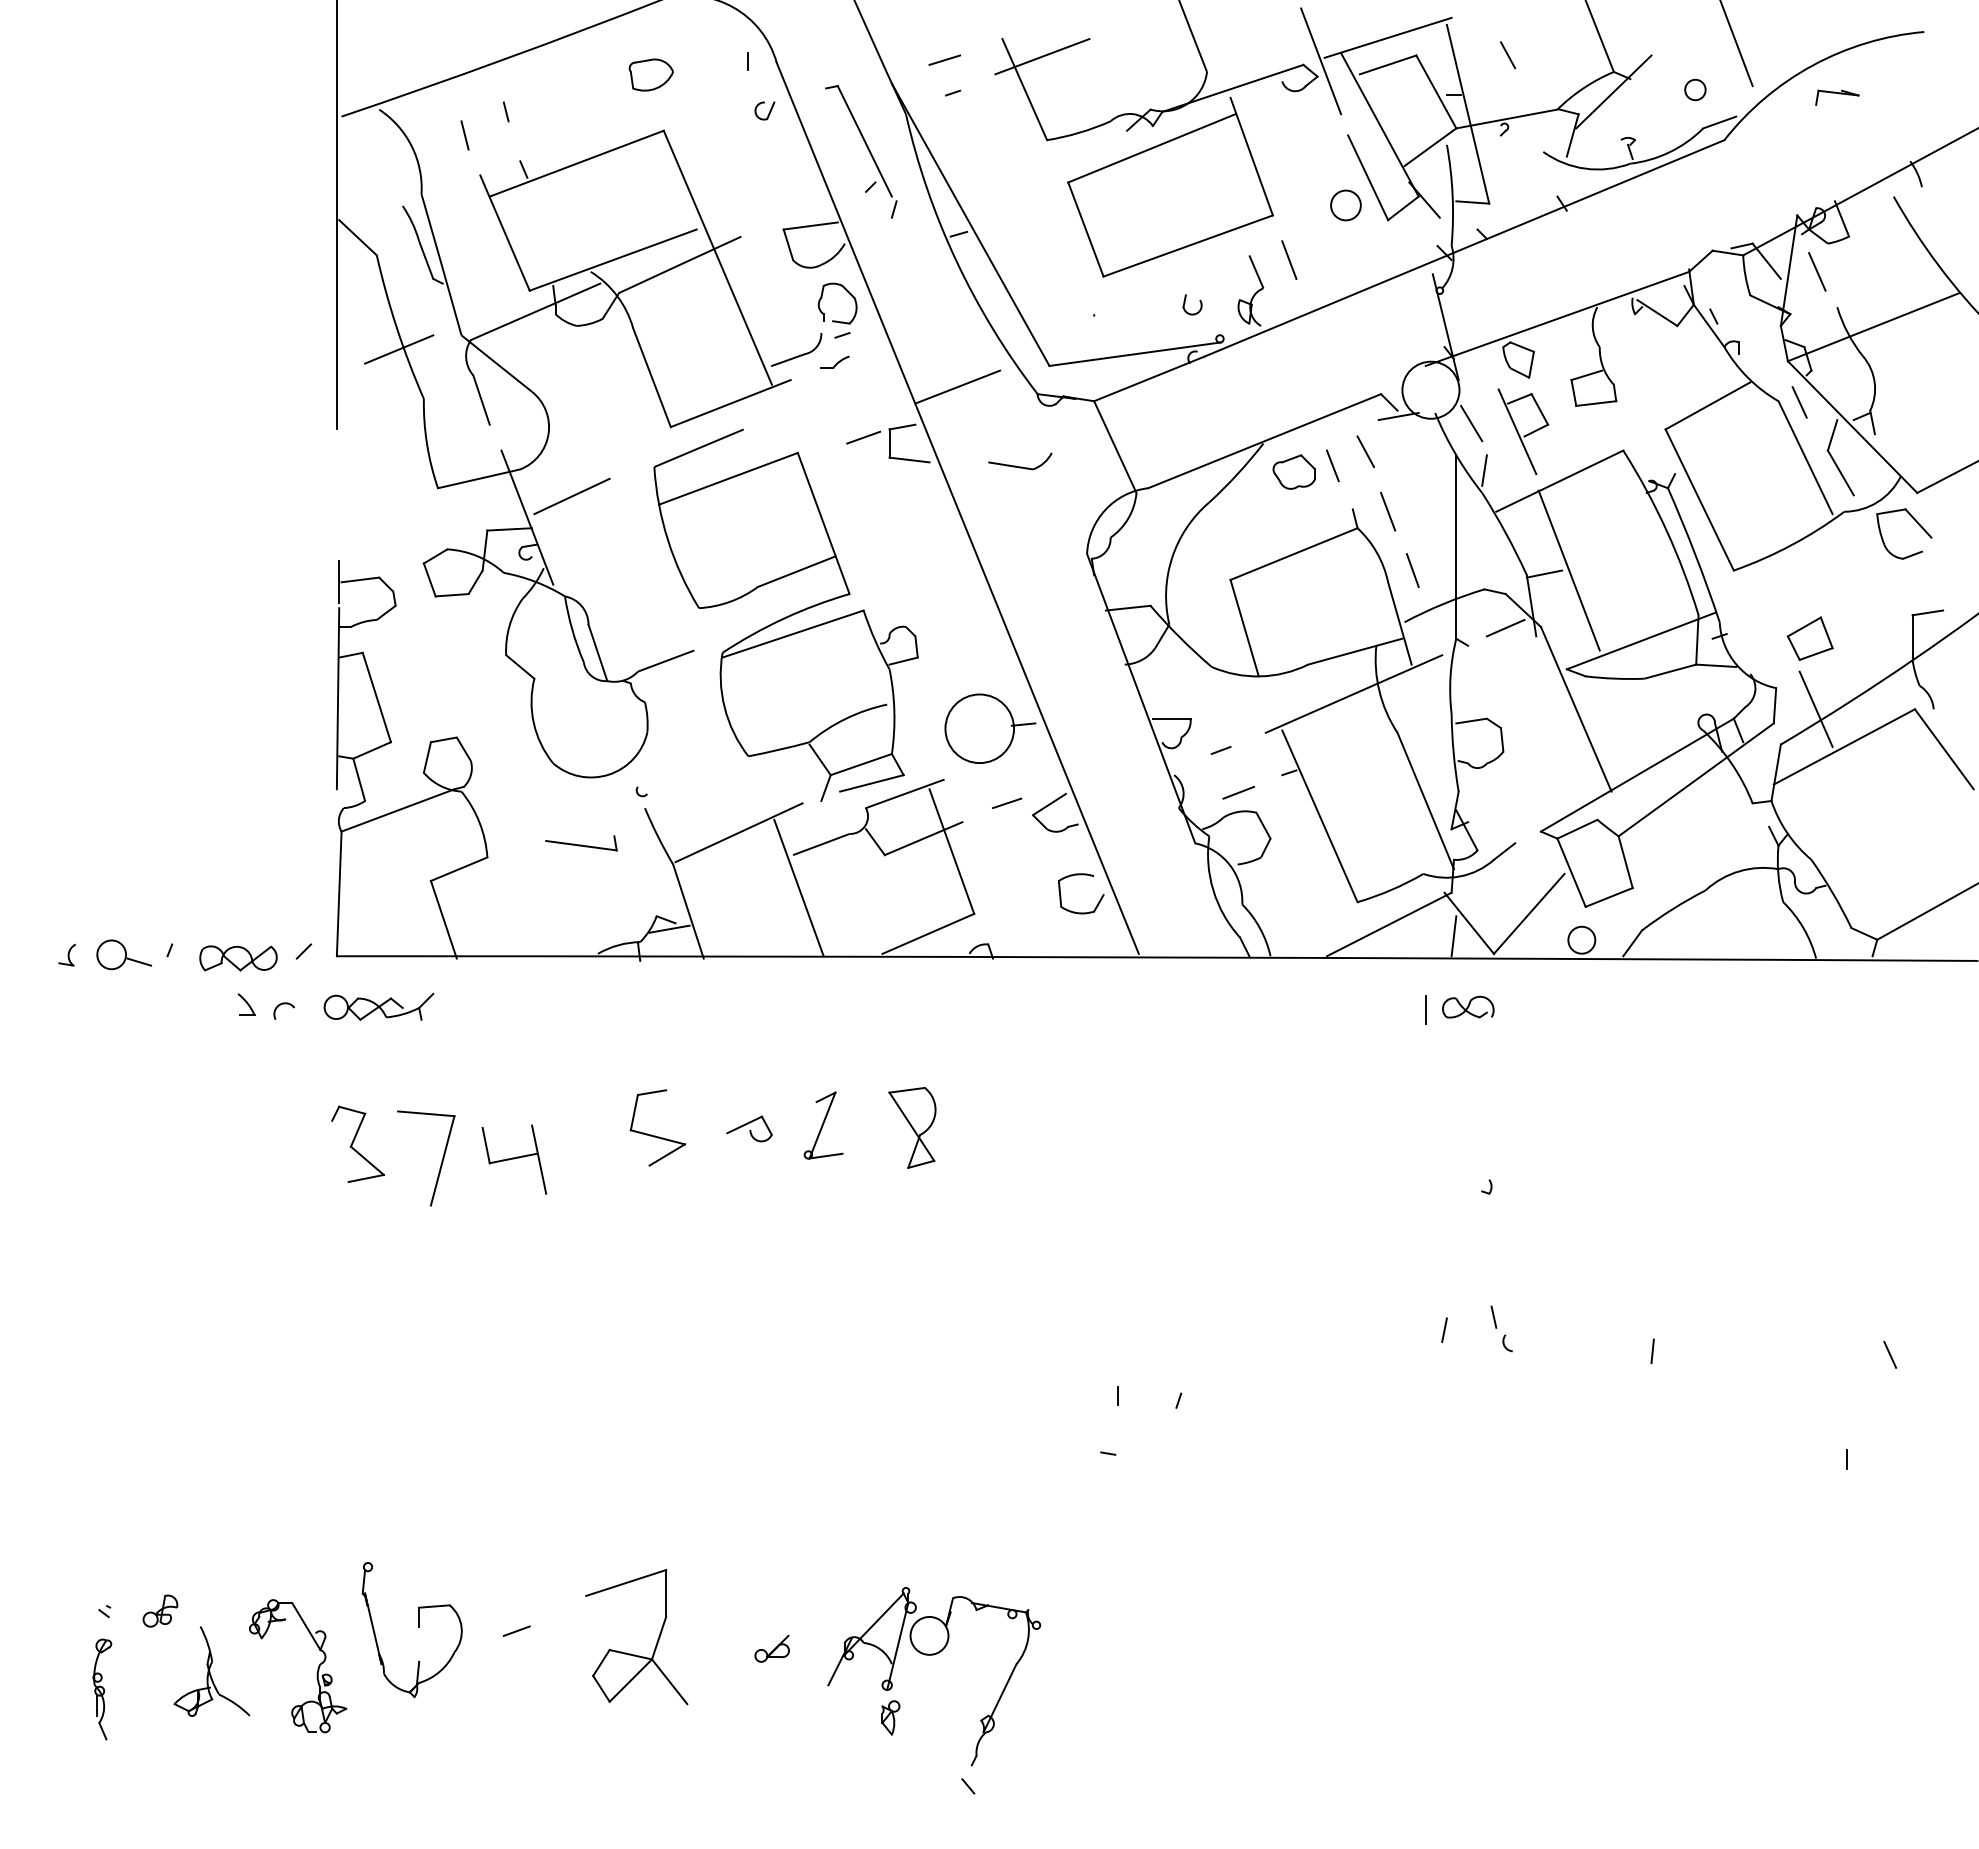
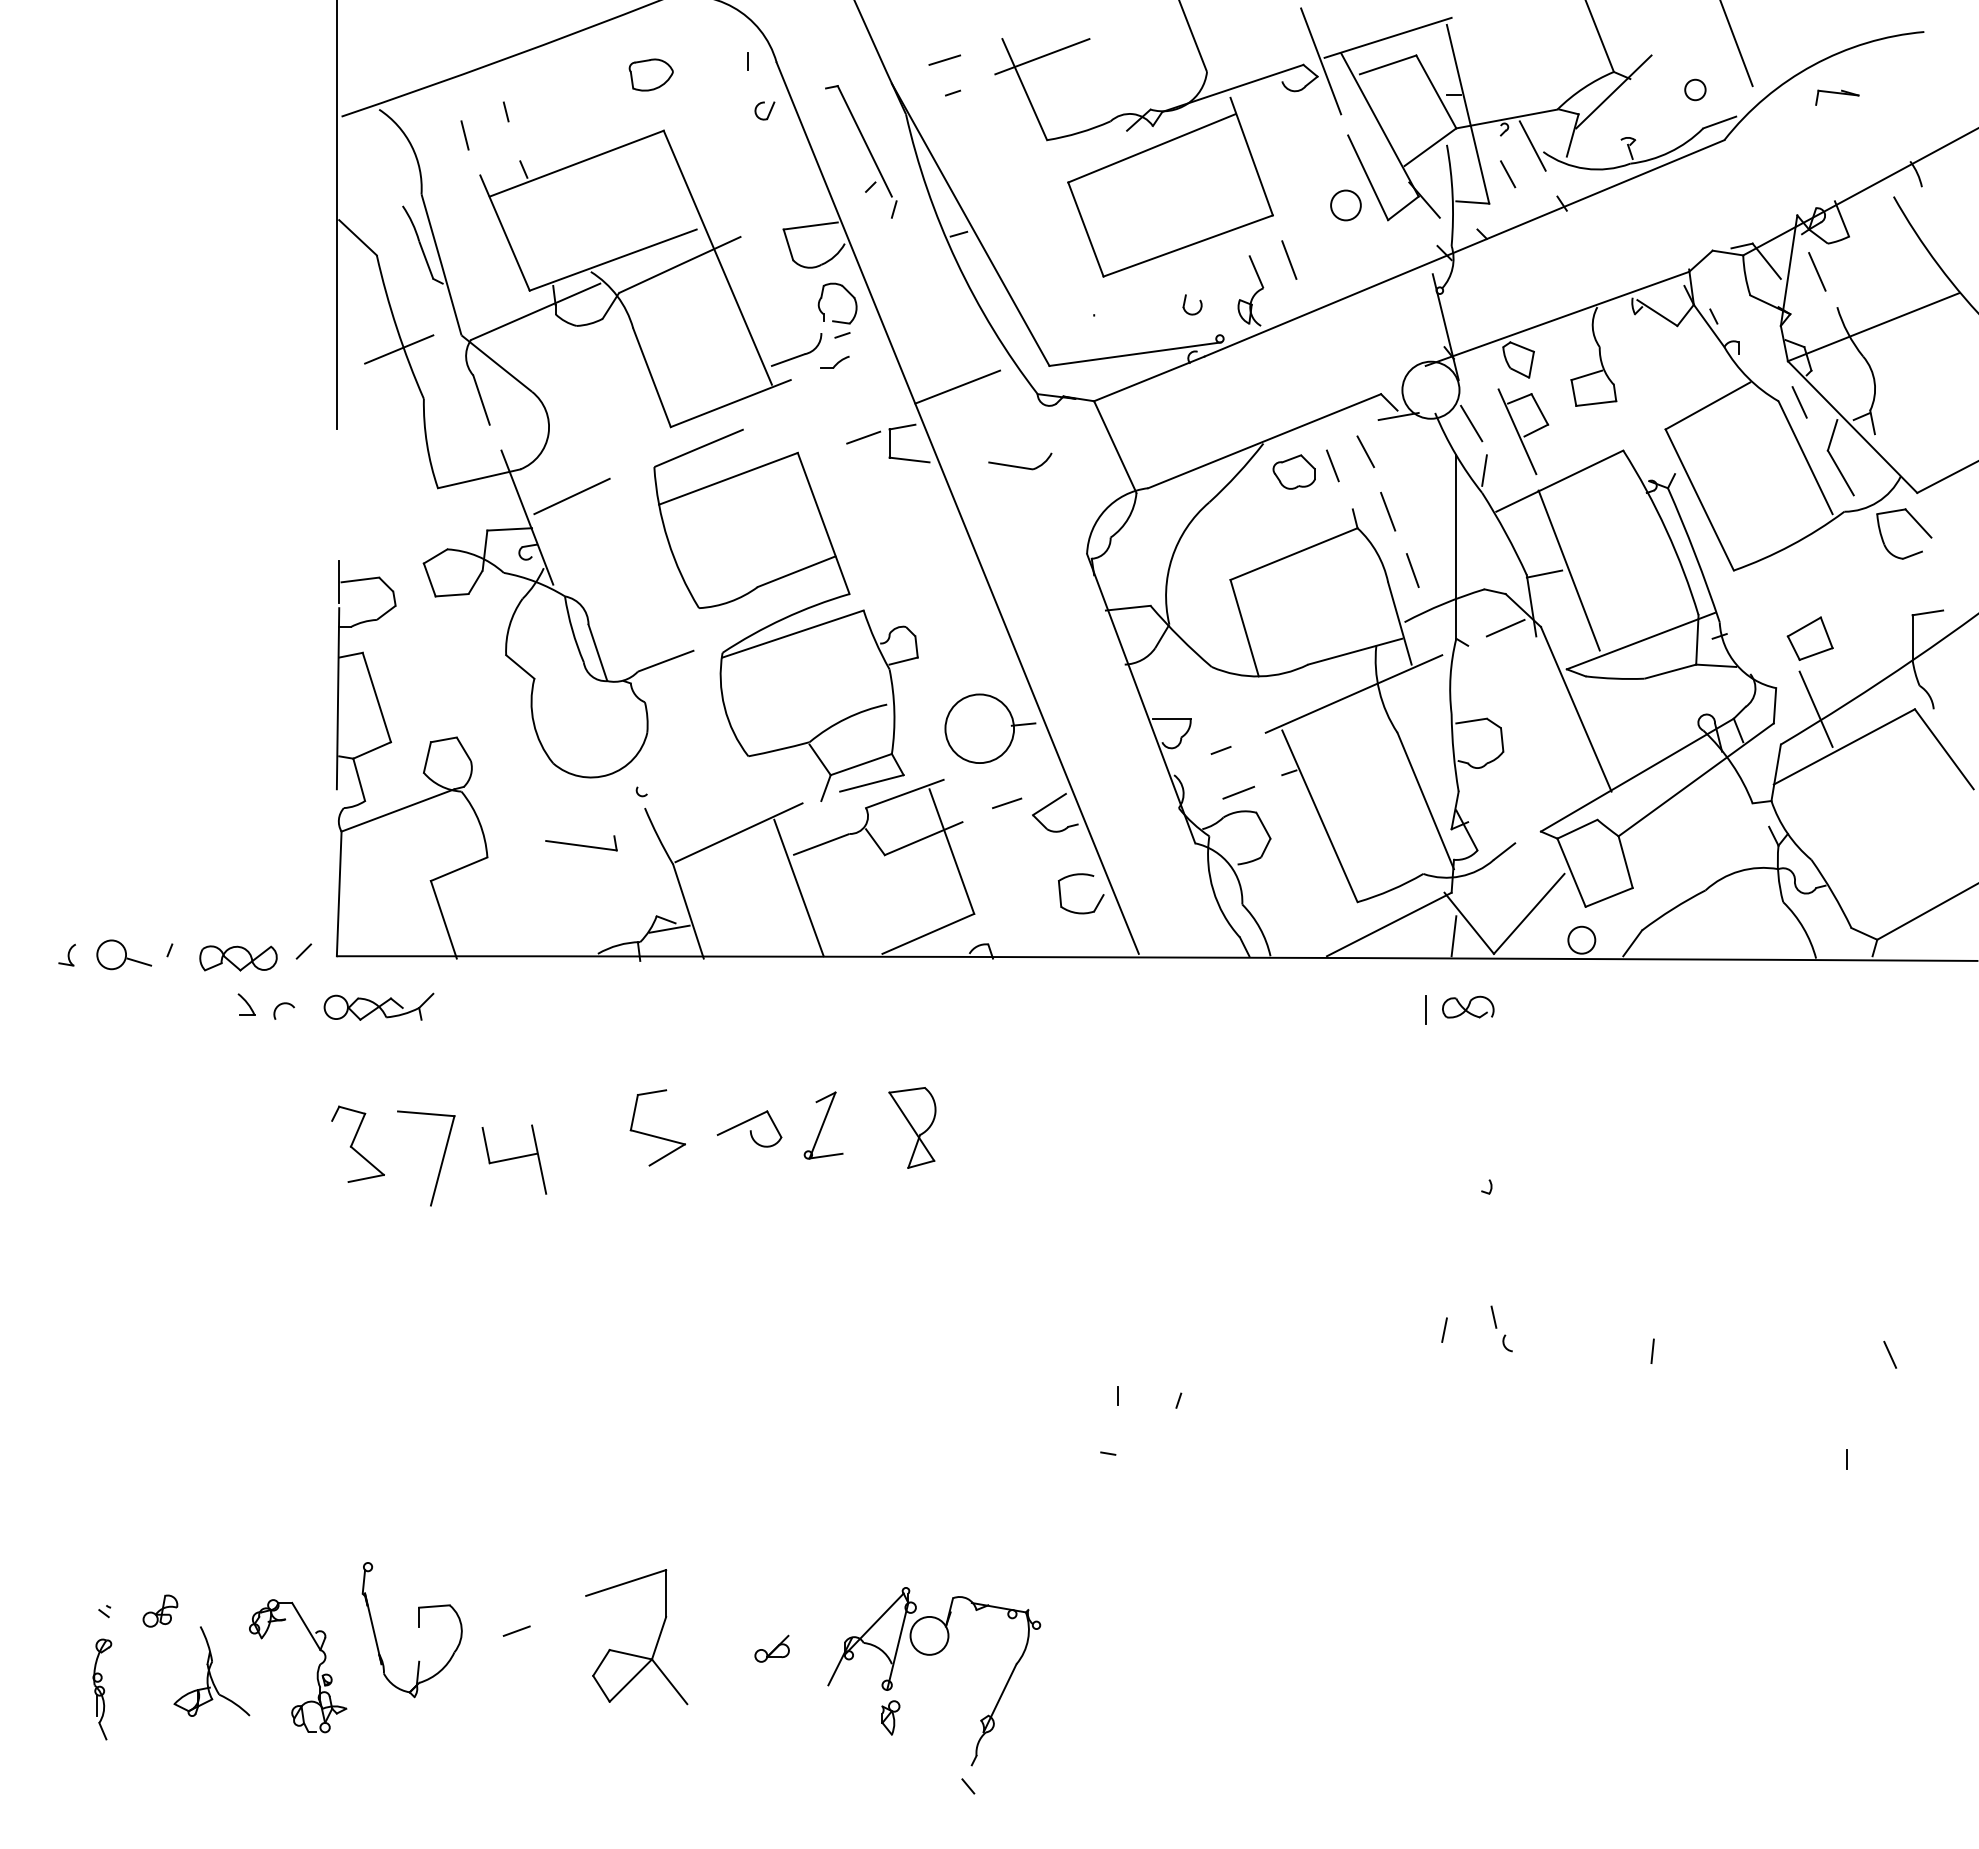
line at (1508, 55) position: (1508, 55) -> (1508, 174)
line at (1532, 145): none -> present
part at (749, 1128) size: 47x28 px -> 67x38 px
